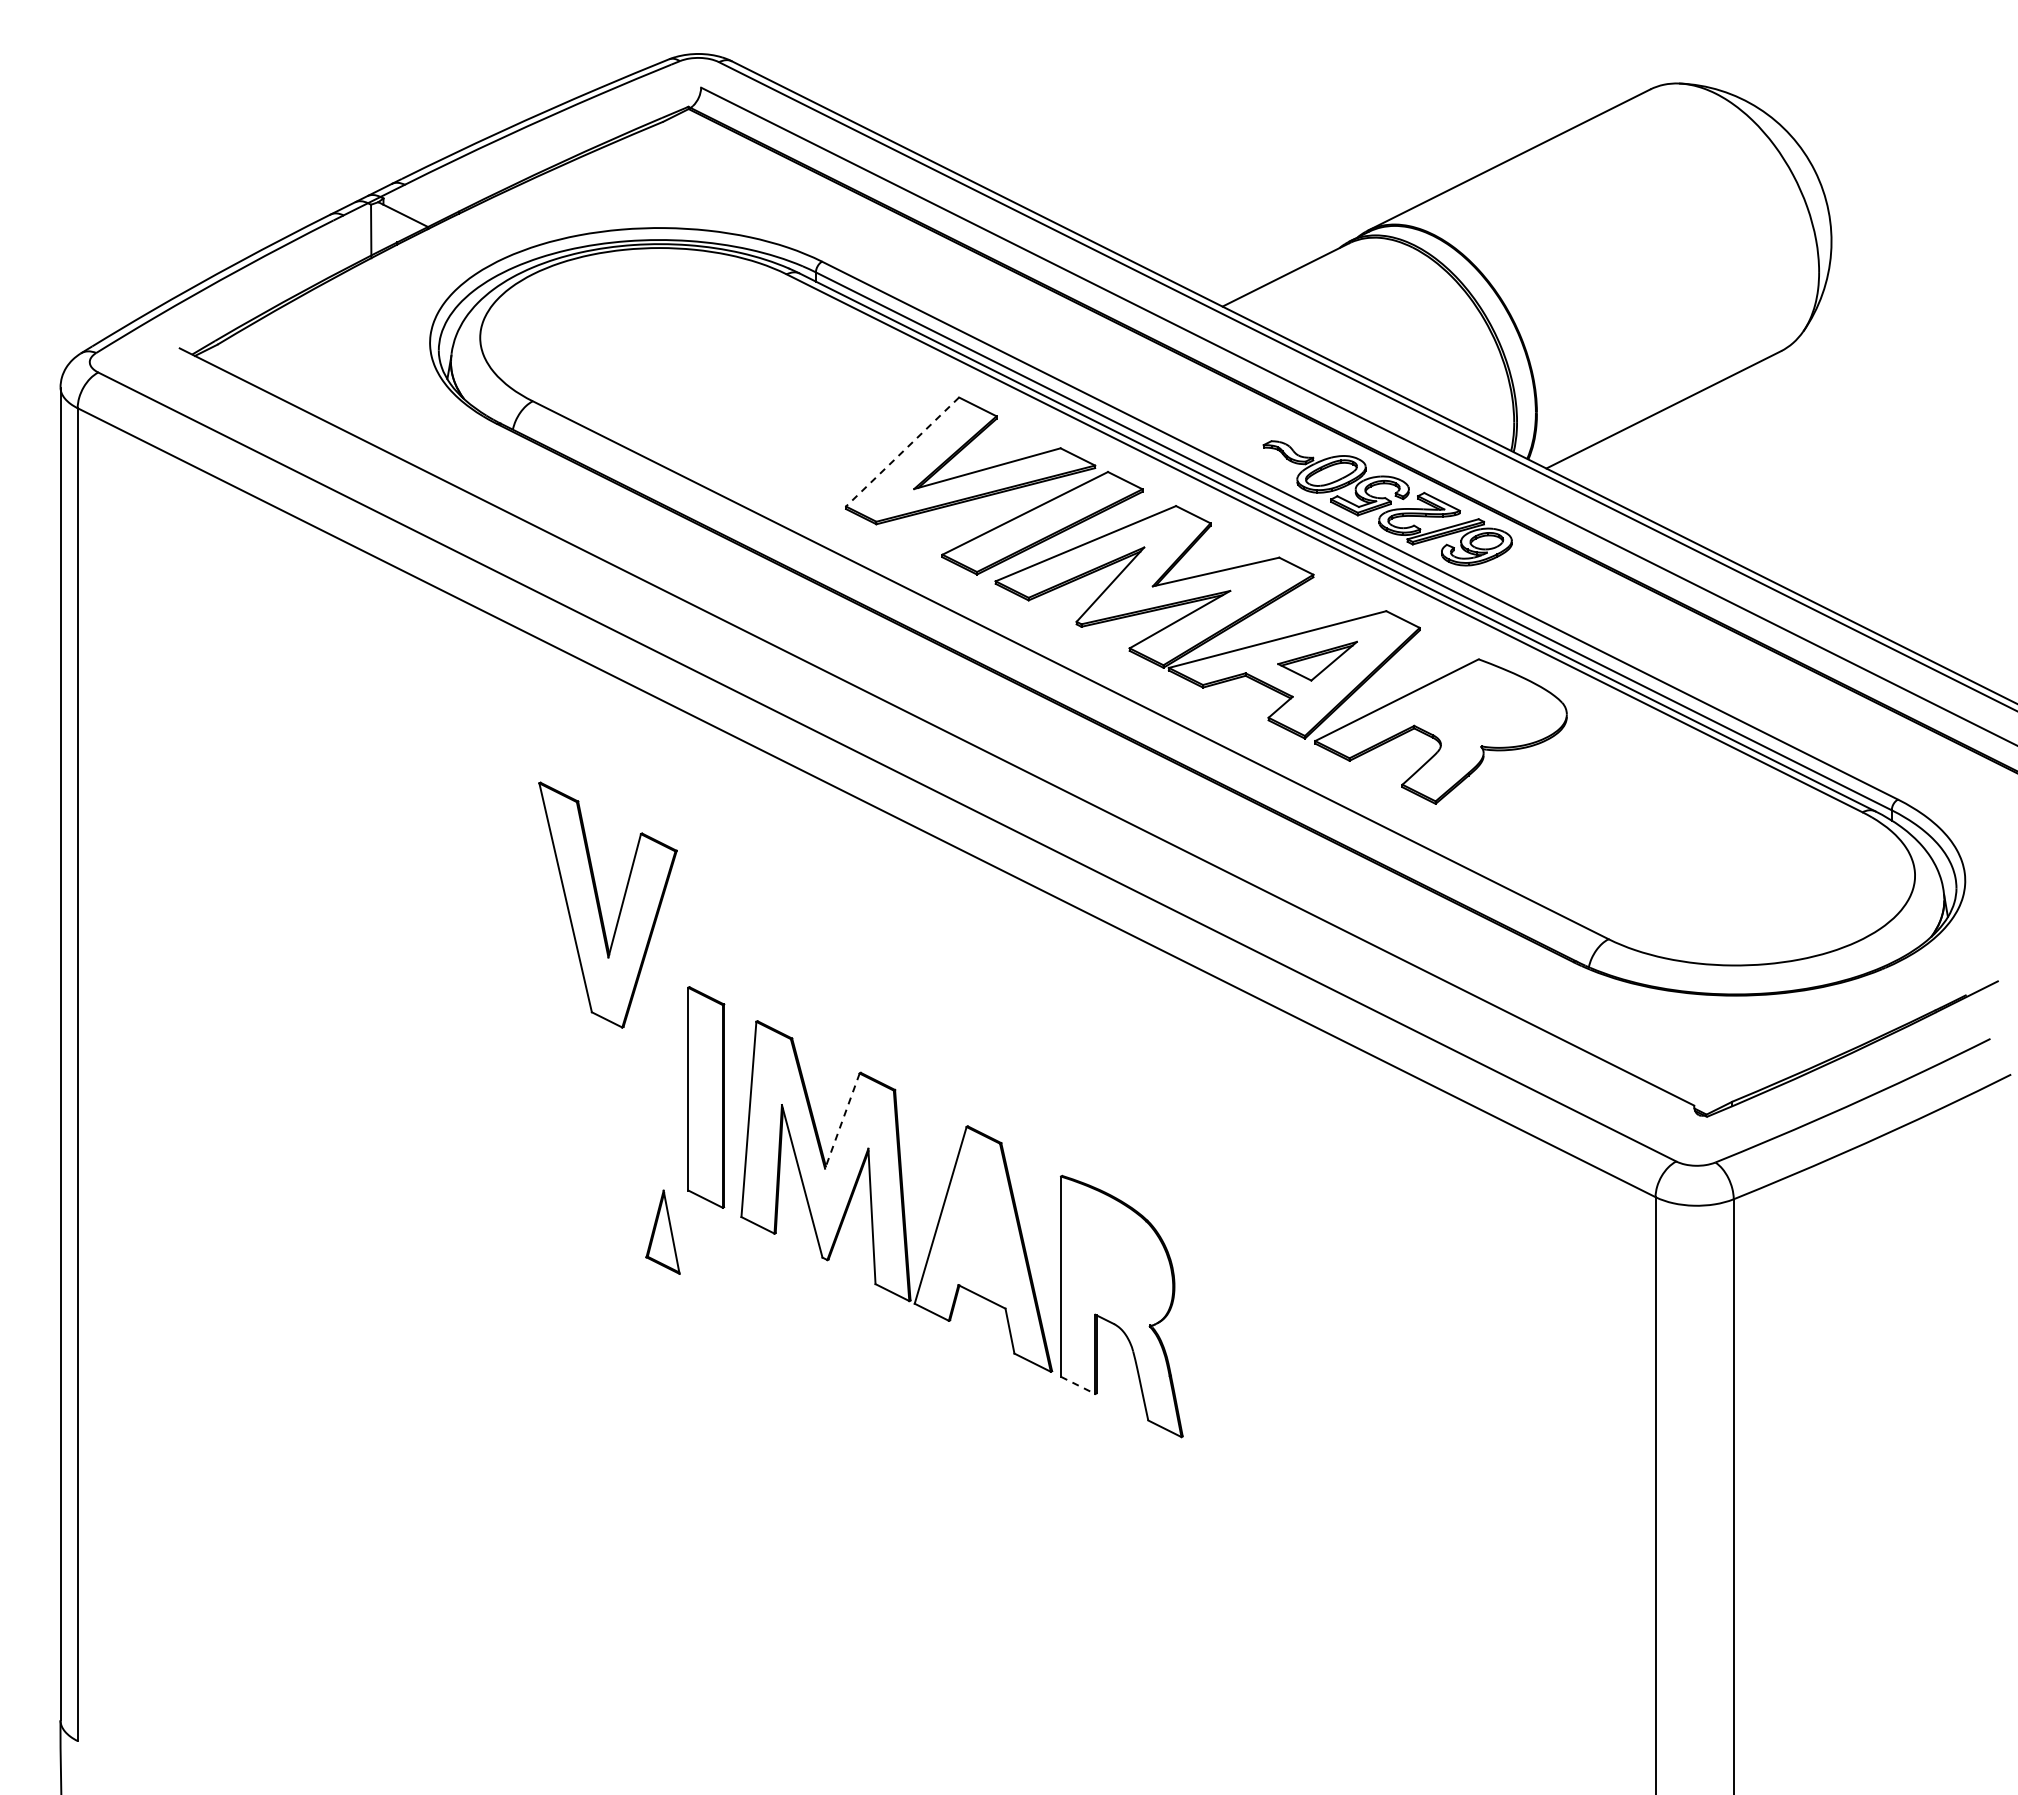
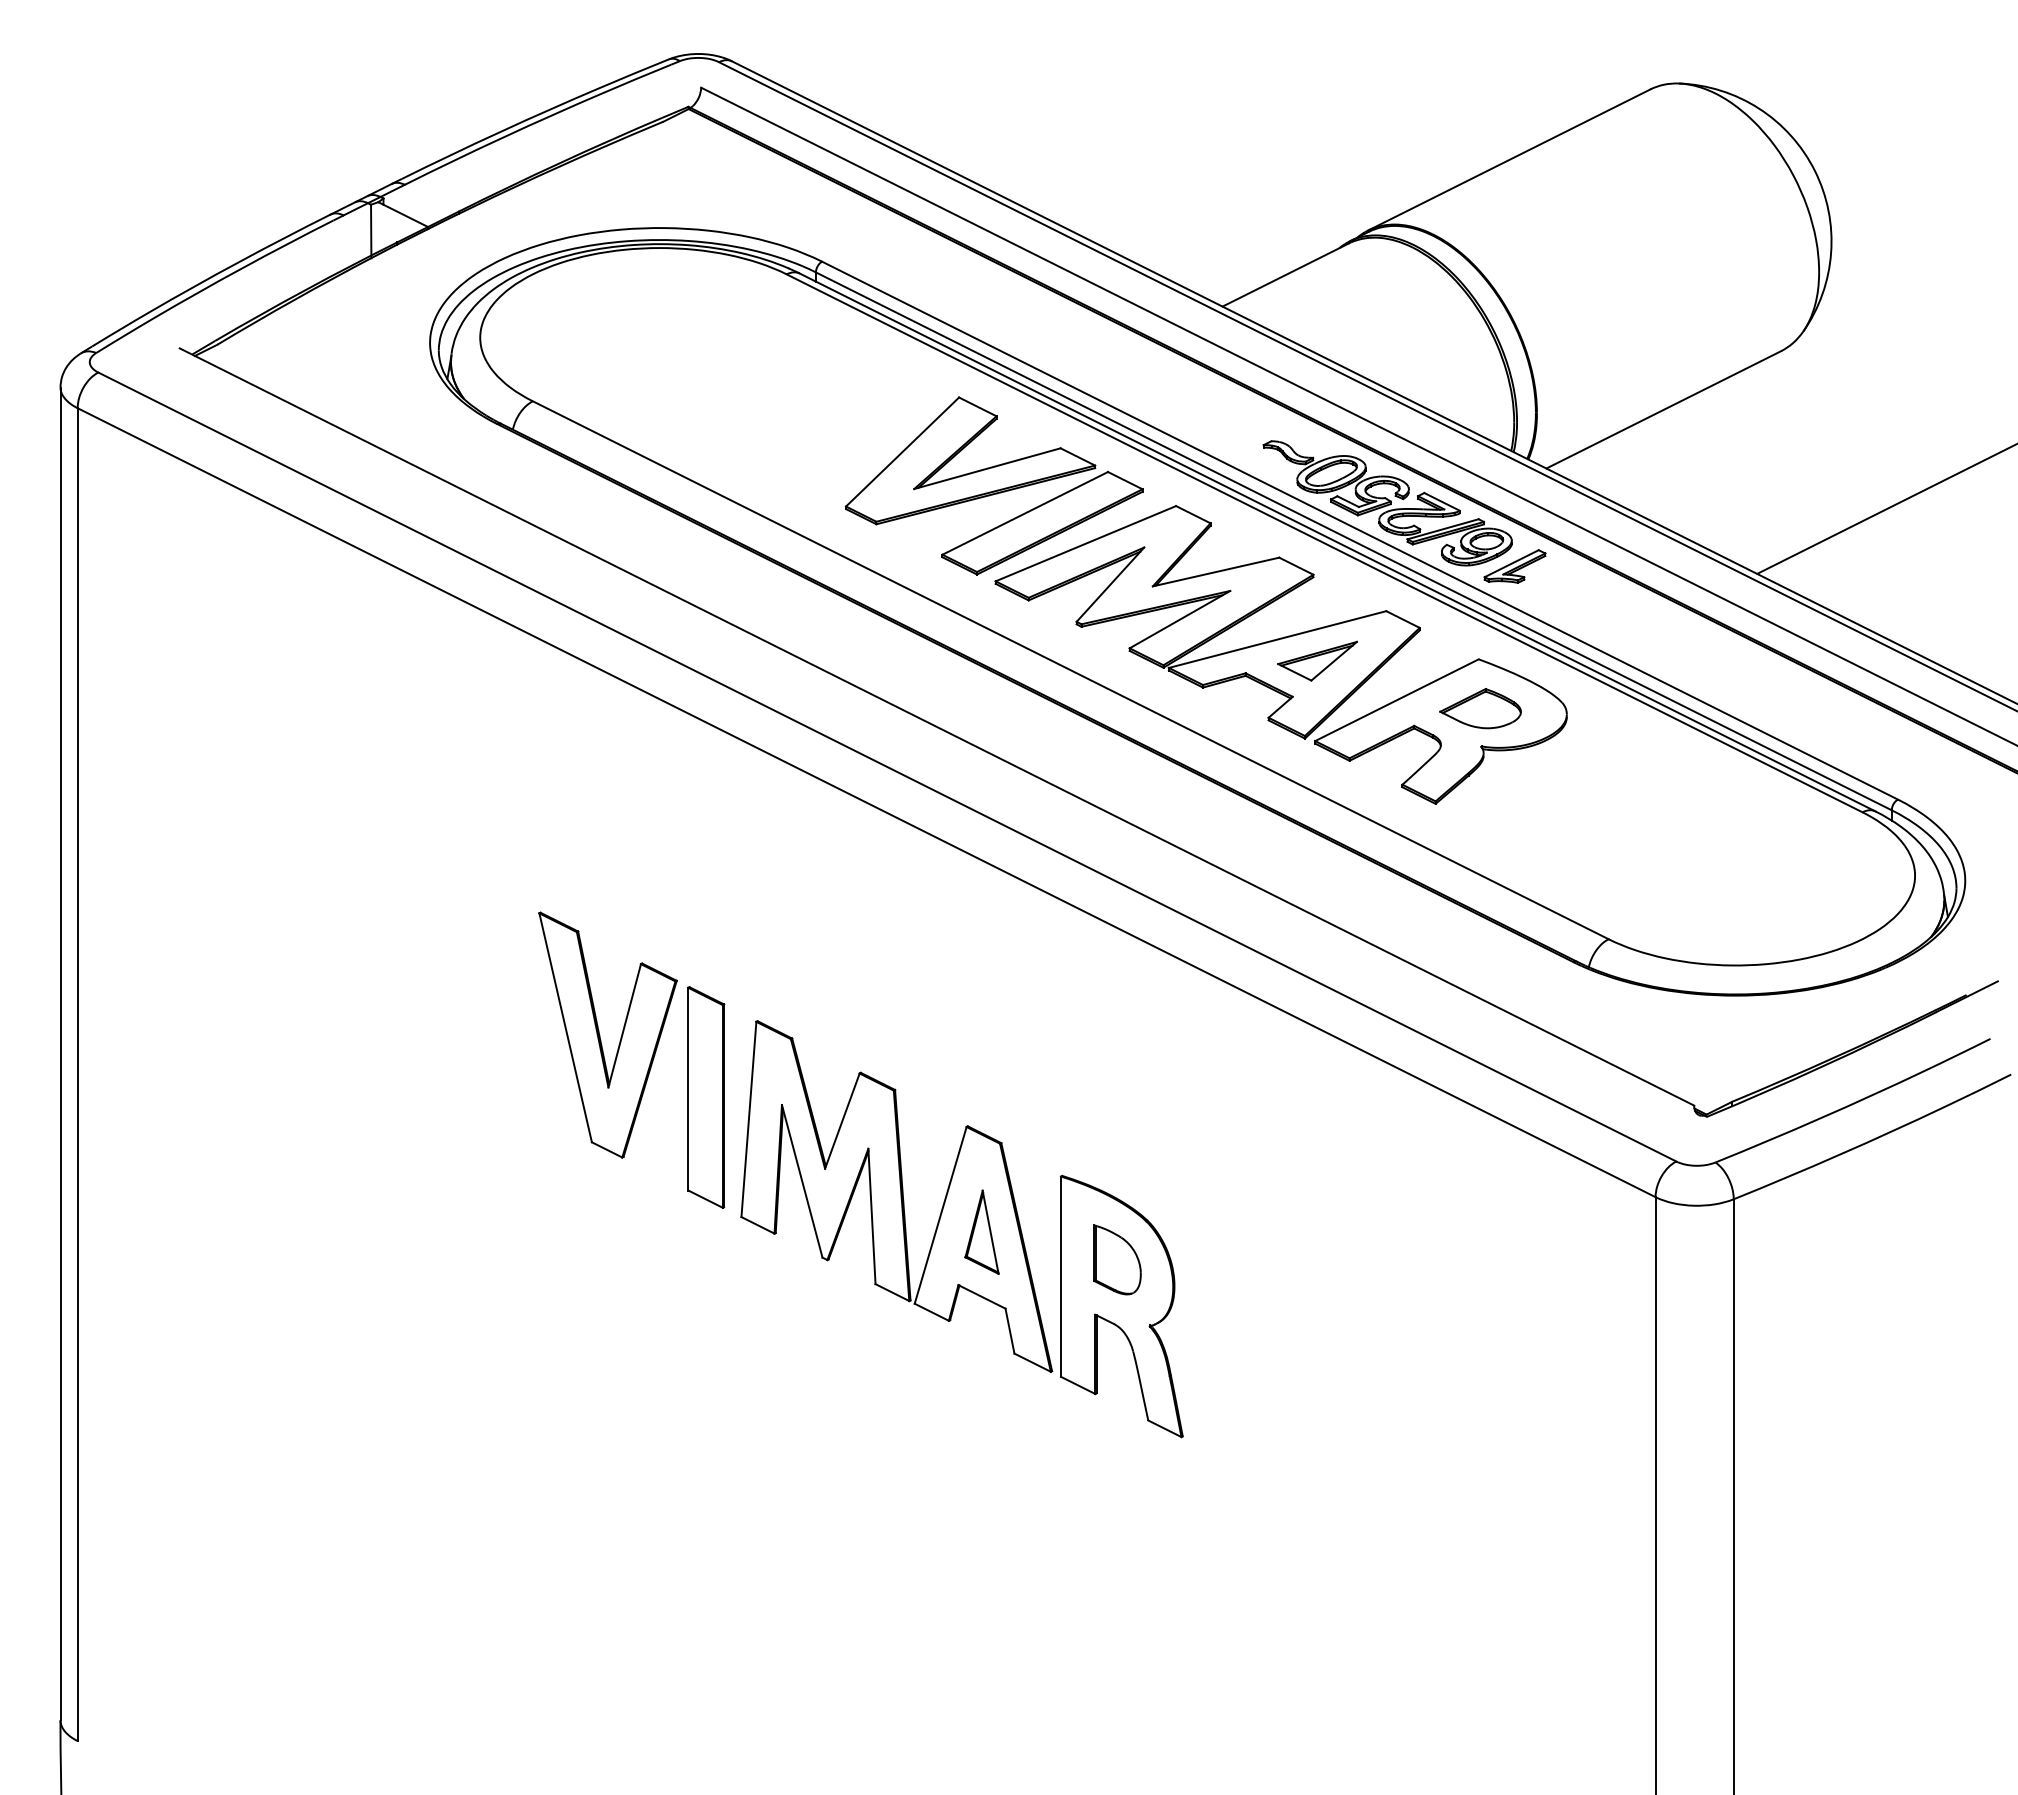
line at (902, 452): dashed -> solid
line at (1885, 509): none -> present
part at (1514, 566): none -> present
part at (1480, 708): none -> present
part at (600, 905) position: (600, 905) -> (600, 1035)
line at (842, 1121): dashed -> solid
part at (662, 1231) position: (662, 1231) -> (981, 1231)
part at (1117, 1259): none -> present
line at (1078, 1385): dashed -> solid
